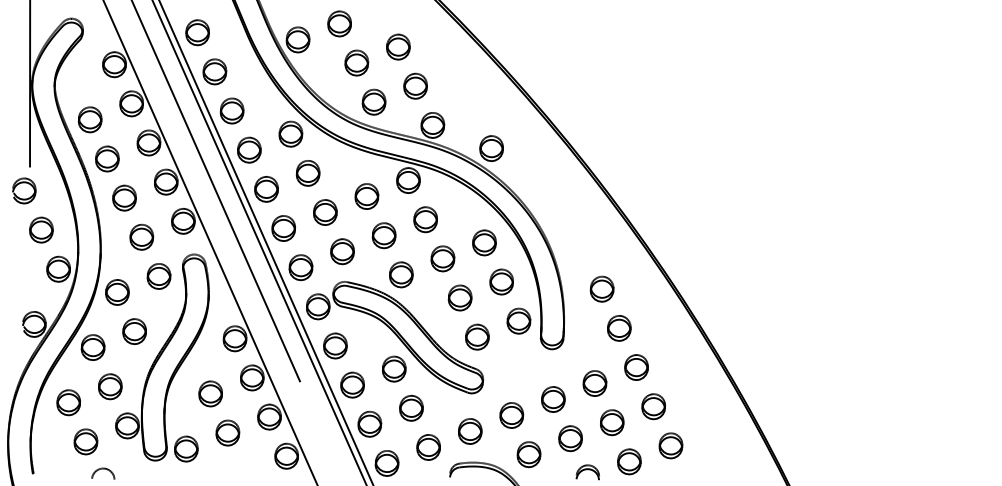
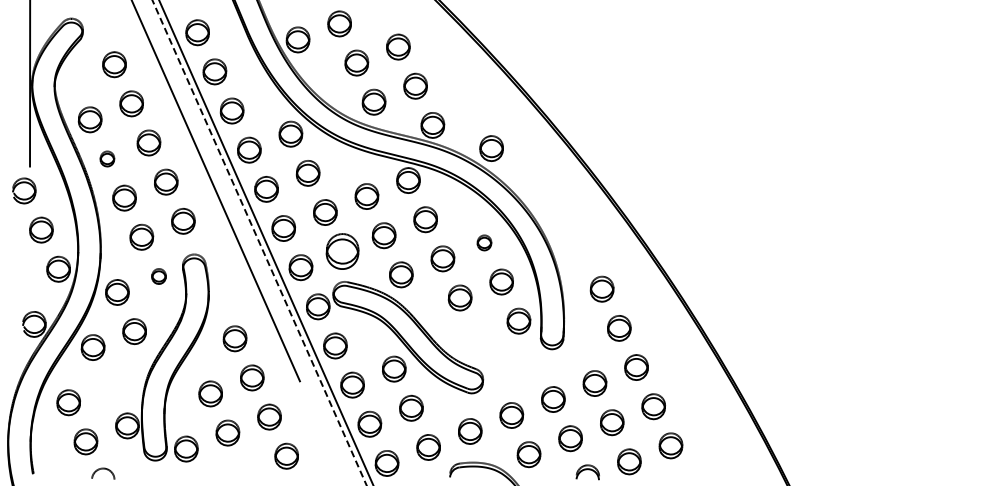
part at (107, 158) size: 25x28 px -> 17x18 px
line at (210, 242): present -> none
line at (259, 242): solid -> dashed
part at (484, 242) size: 25x28 px -> 17x18 px
part at (342, 251) size: 25x28 px -> 35x37 px
part at (158, 276) size: 26x27 px -> 16x17 px
part at (477, 336): present -> none
part at (110, 386): present -> none
